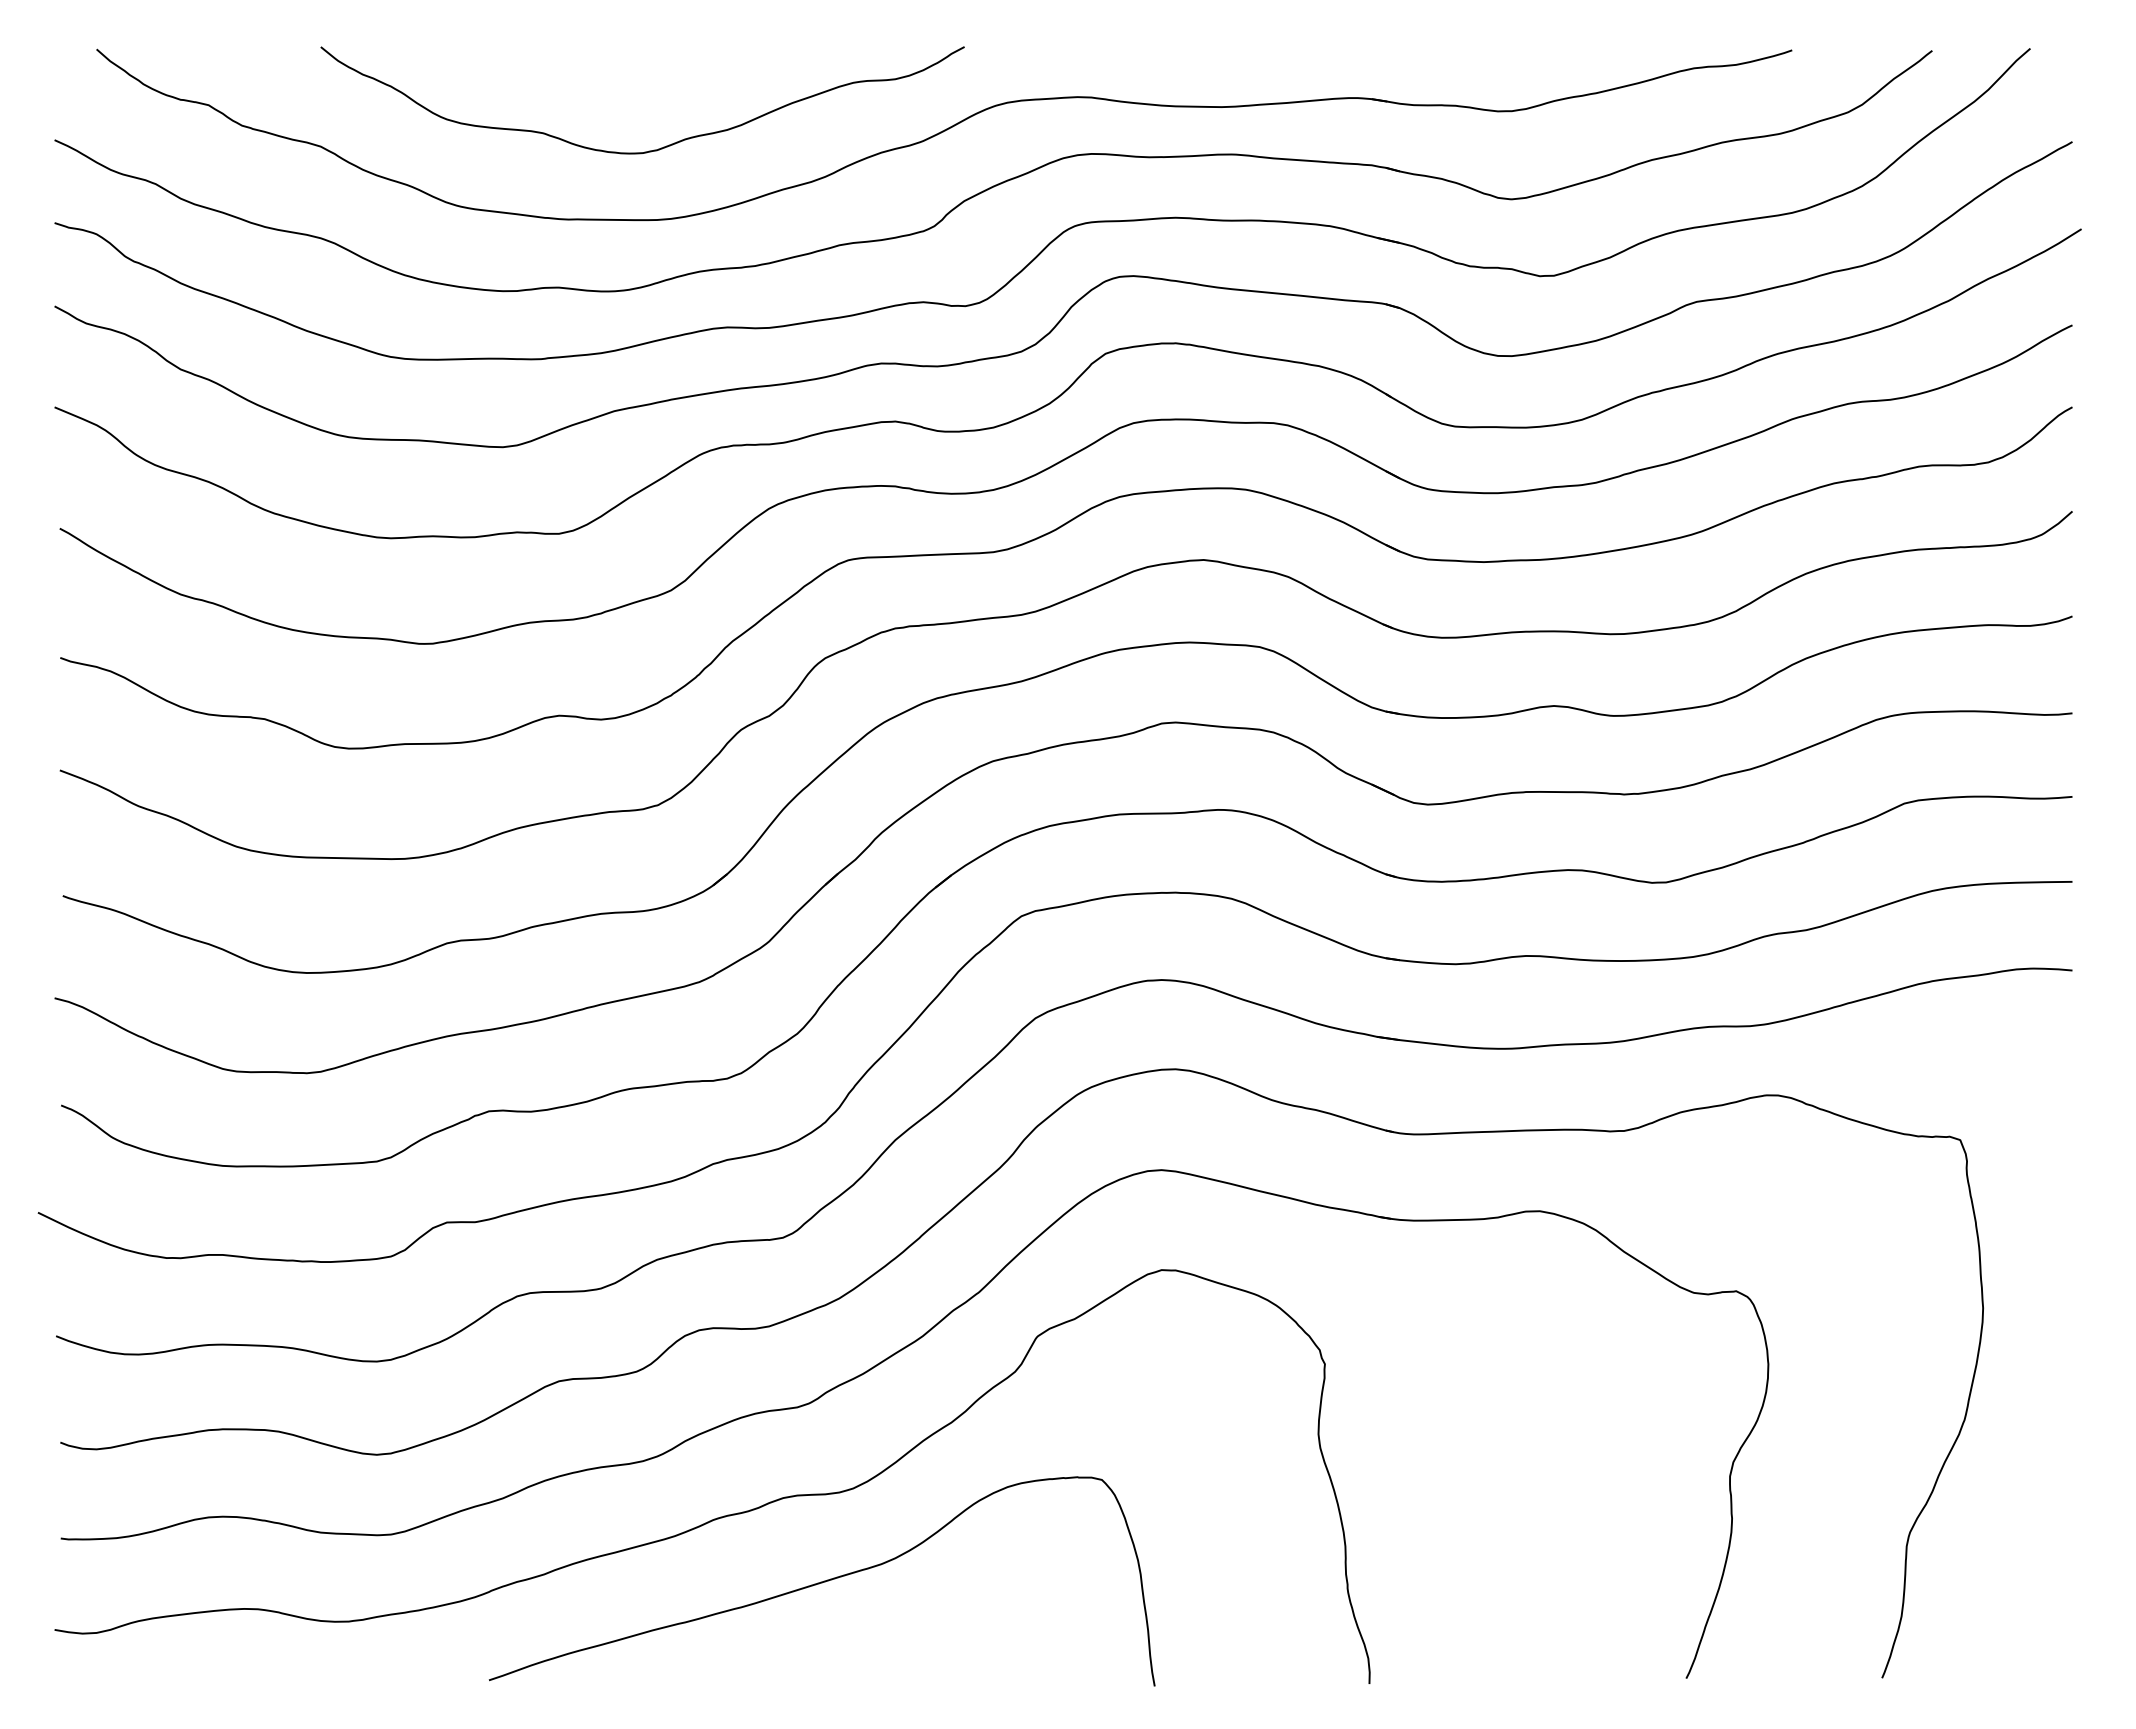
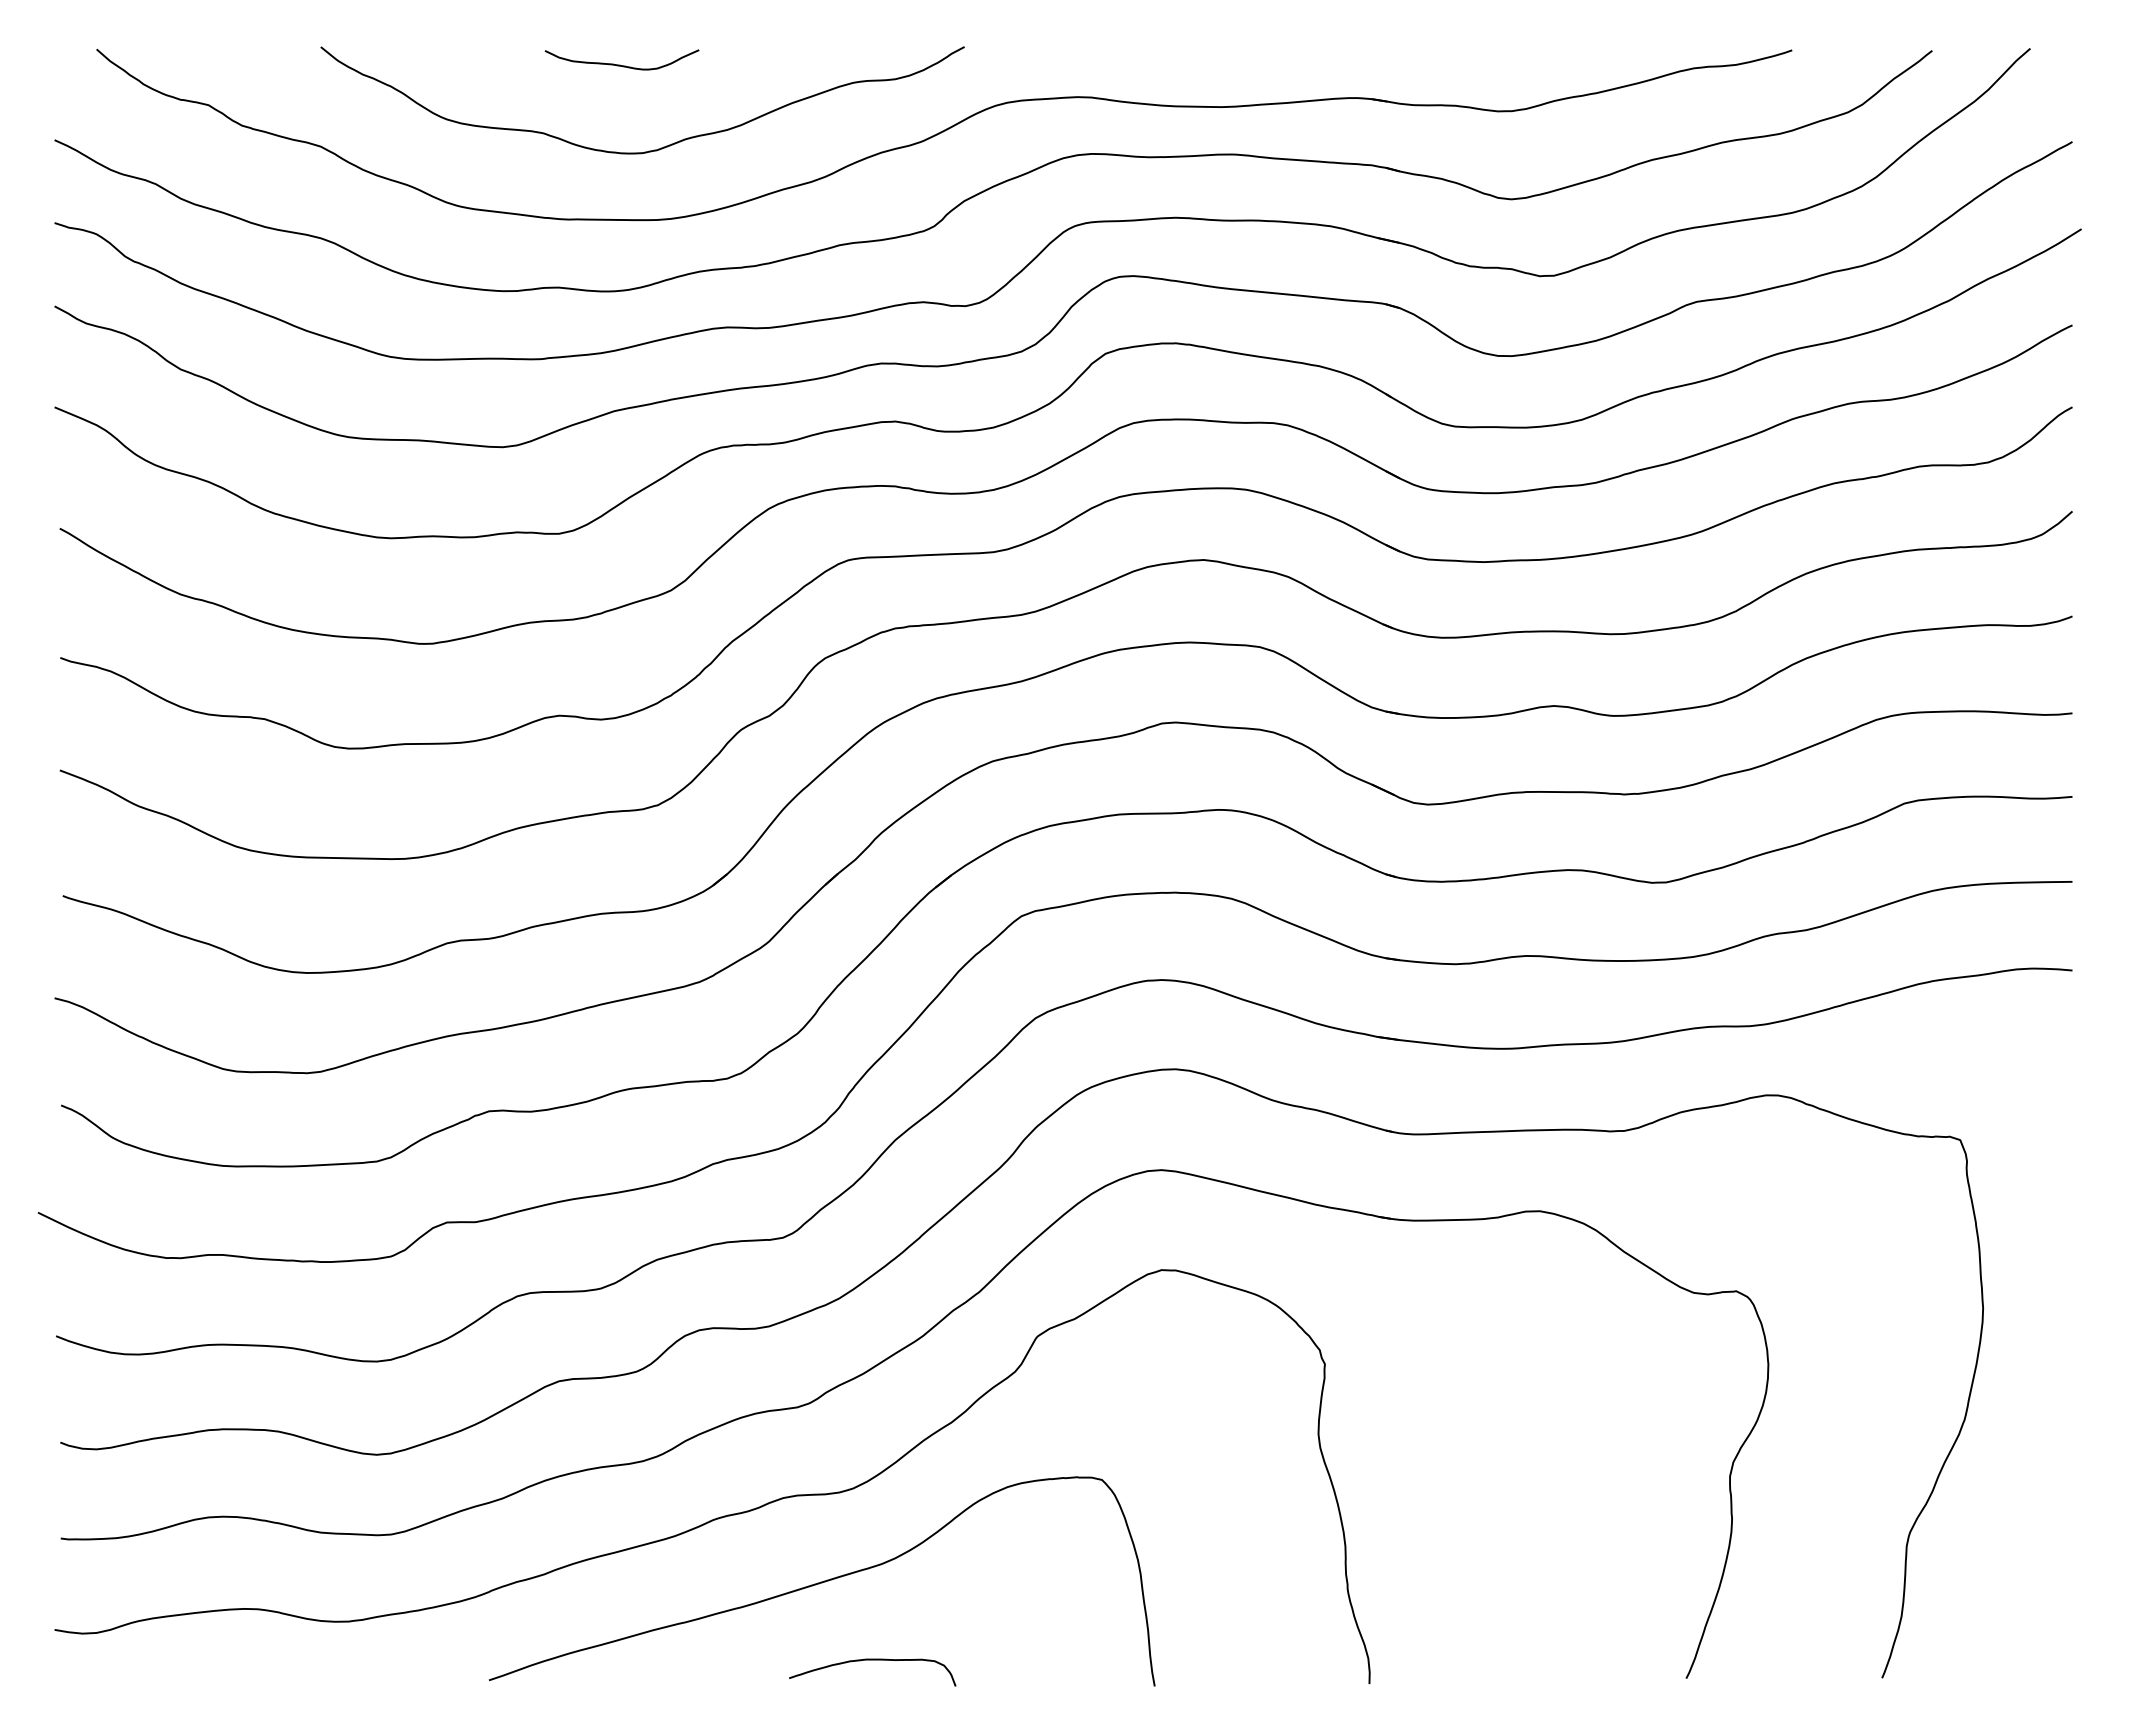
curve at (620, 64): none -> present
curve at (872, 1660): none -> present
